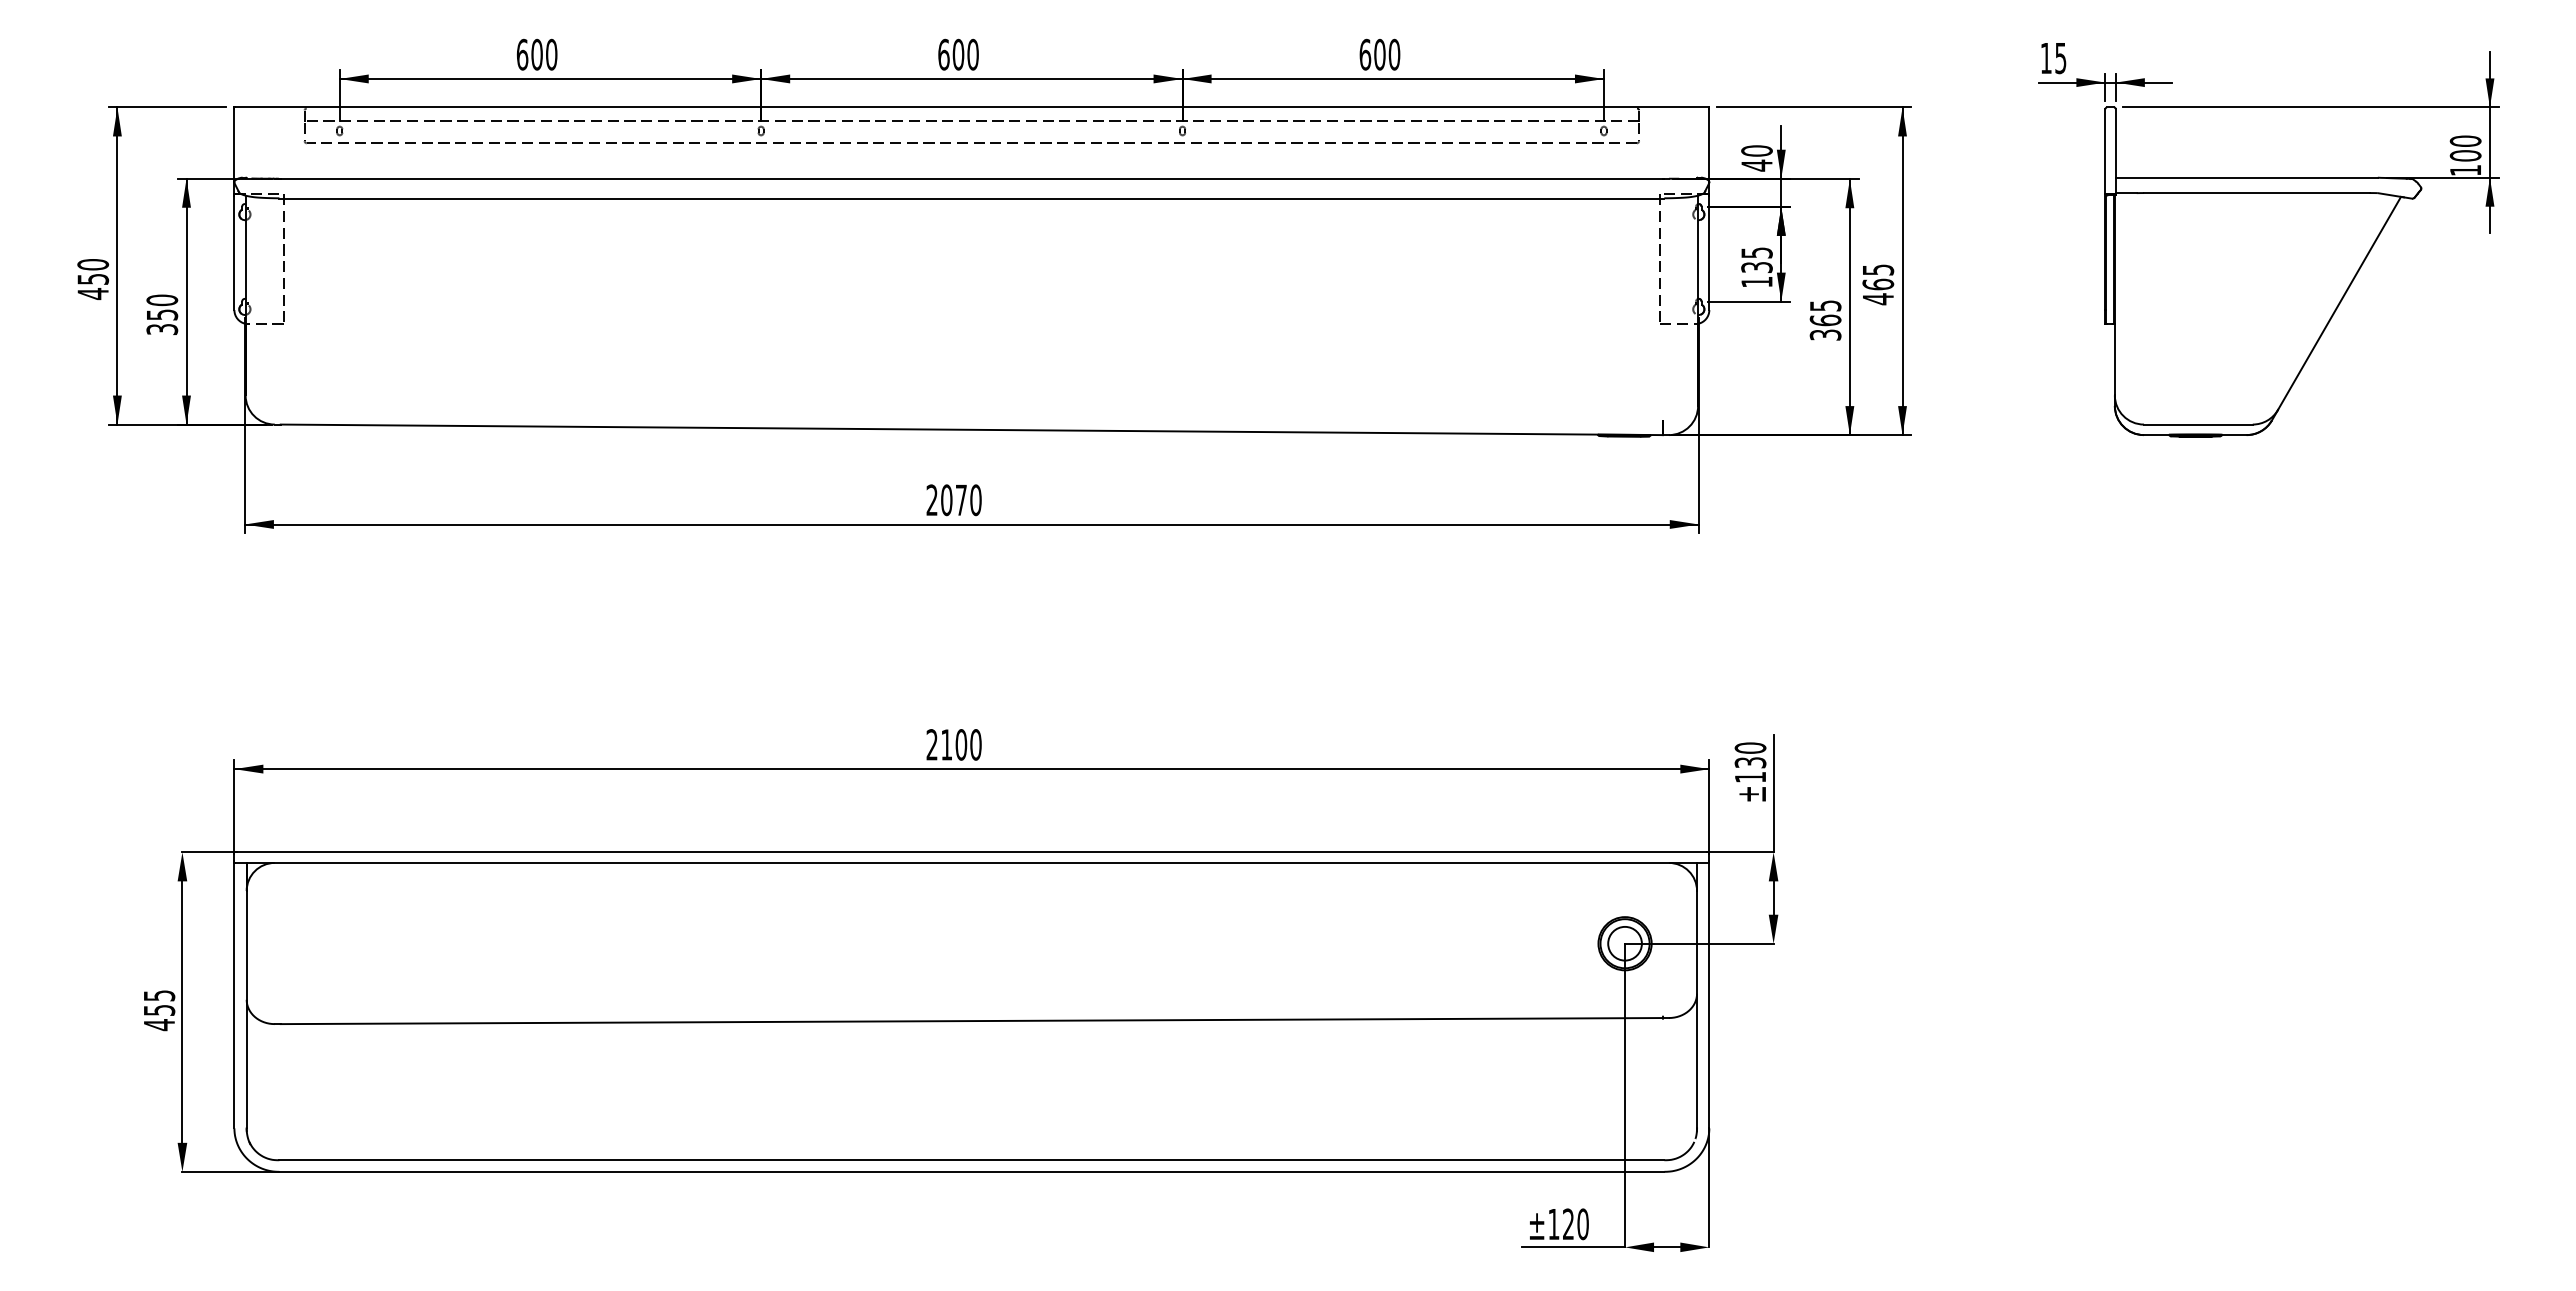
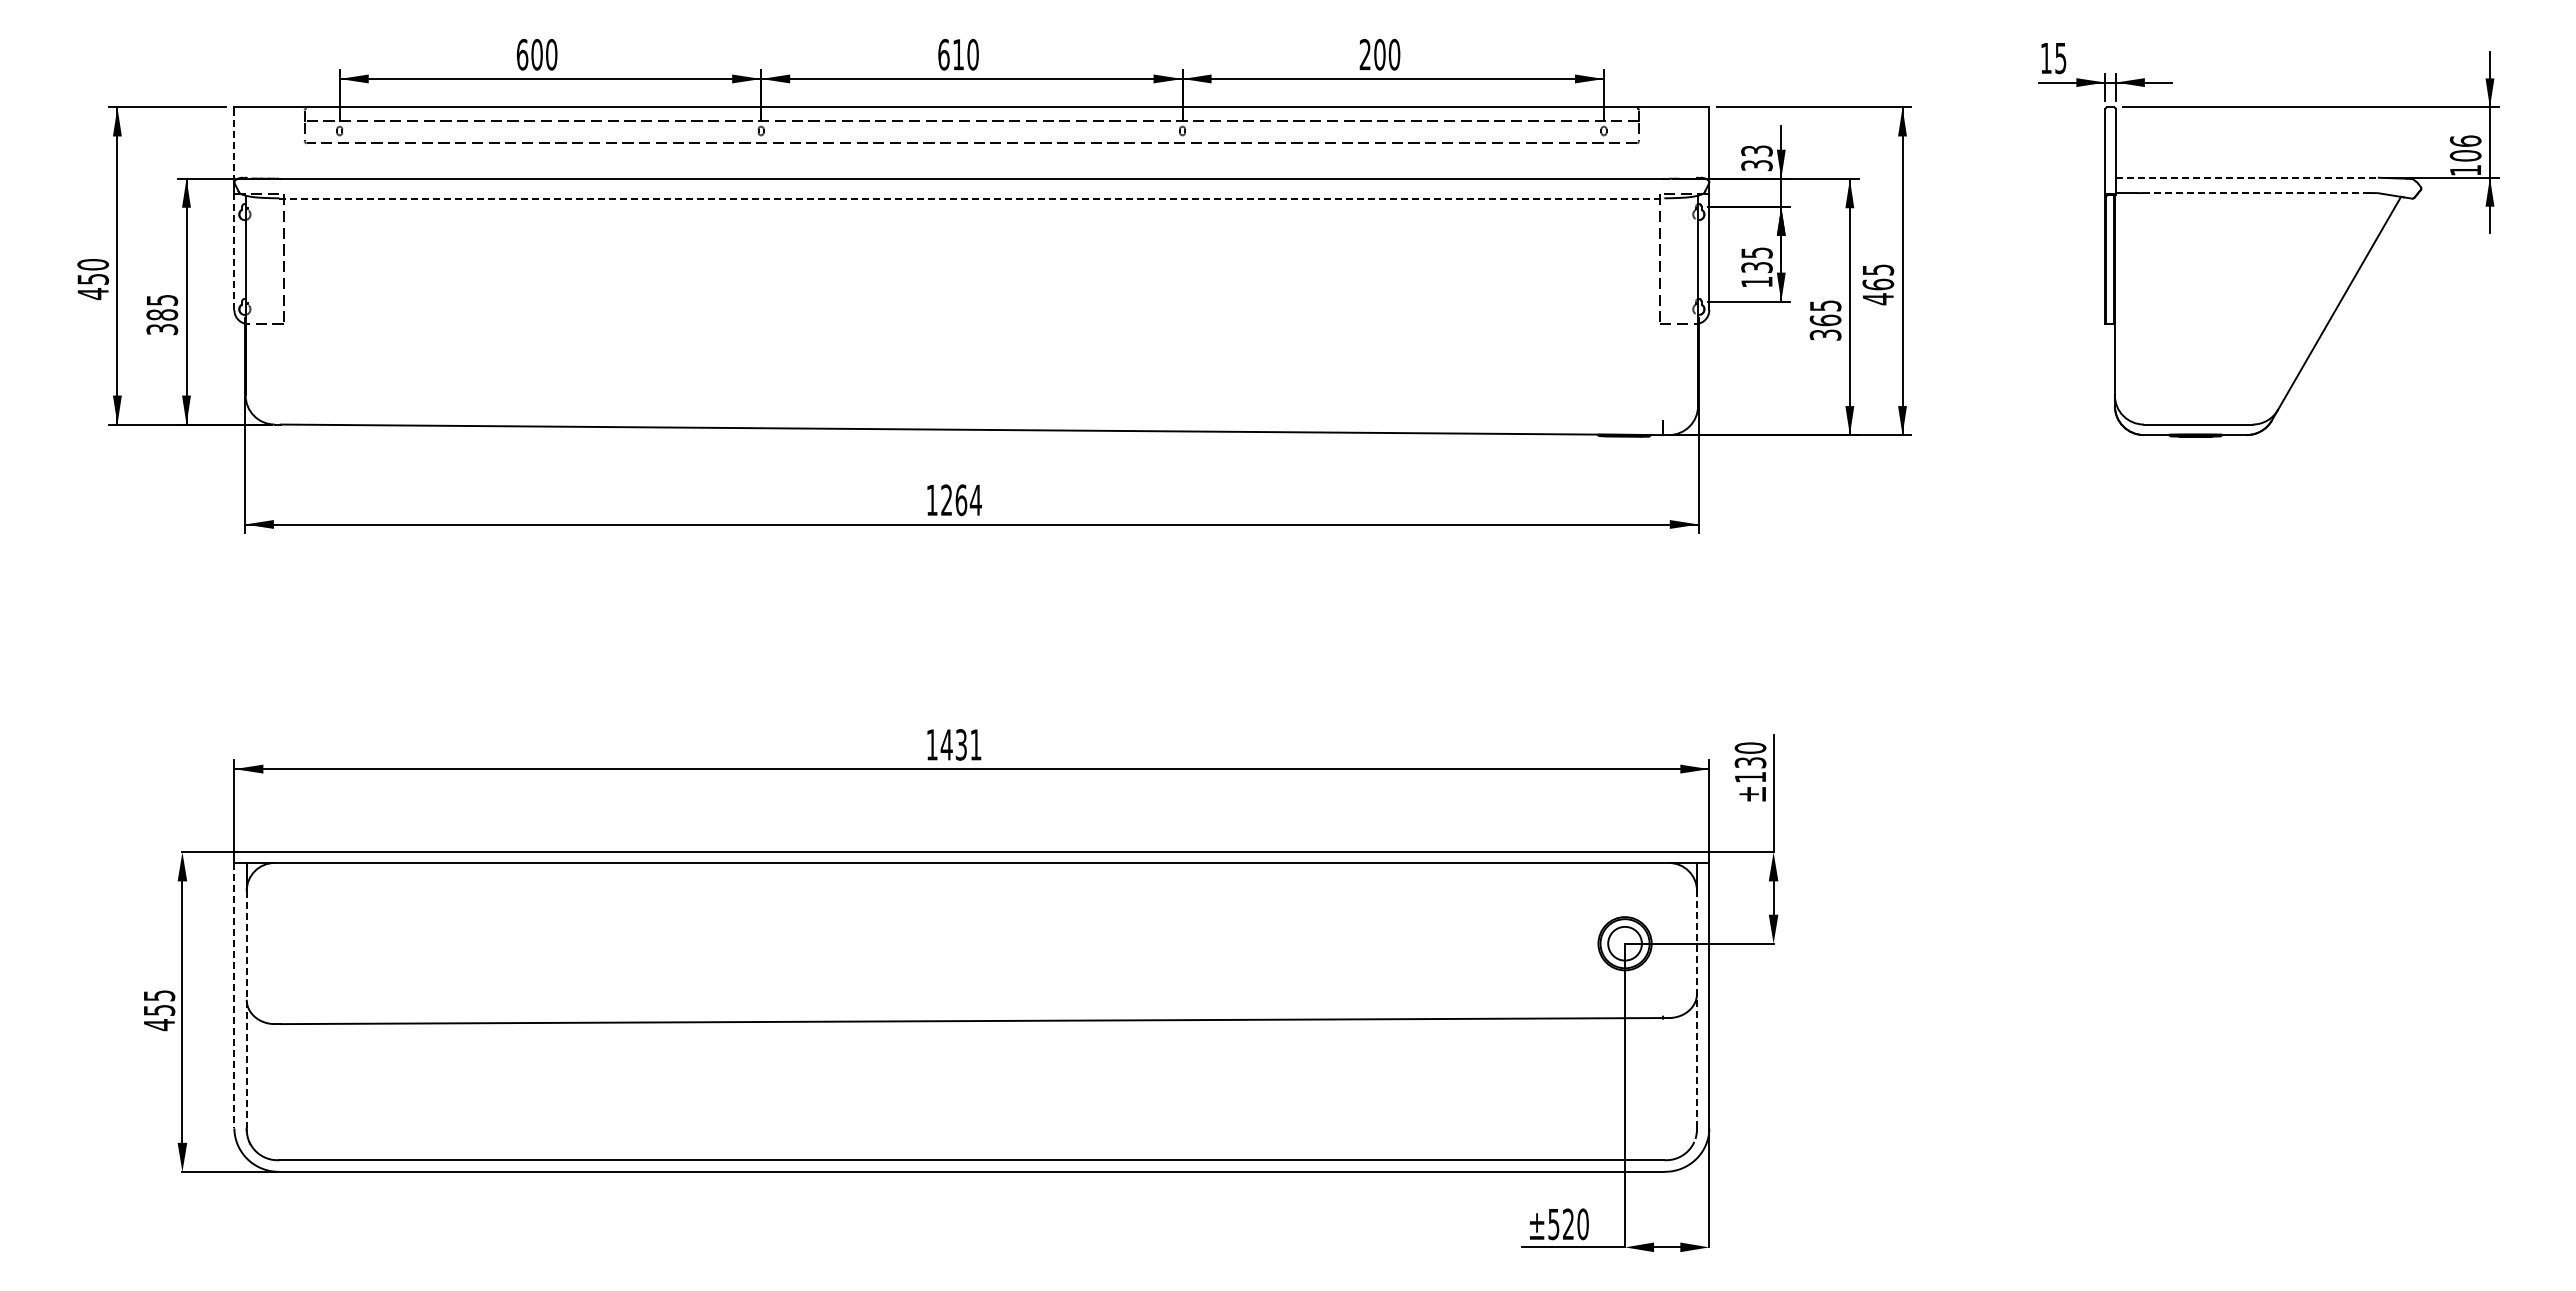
text at (958, 54): 600 -> 610
text at (1365, 54): 600 -> 200
text at (2465, 140): 100 -> 106
line at (234, 145): solid -> dashed
text at (1756, 158): 40 -> 33
line at (2246, 177): solid -> dashed
line at (2256, 193): solid -> dashed
line at (972, 198): solid -> dashed
line at (234, 253): solid -> dashed
text at (162, 307): 350 -> 385
text at (953, 500): 2070 -> 1264
text at (953, 744): 2100 -> 1431
line at (234, 995): solid -> dashed
line at (246, 1009): solid -> dashed
line at (1697, 1009): solid -> dashed
text at (1553, 1224): ±120 -> ±520
